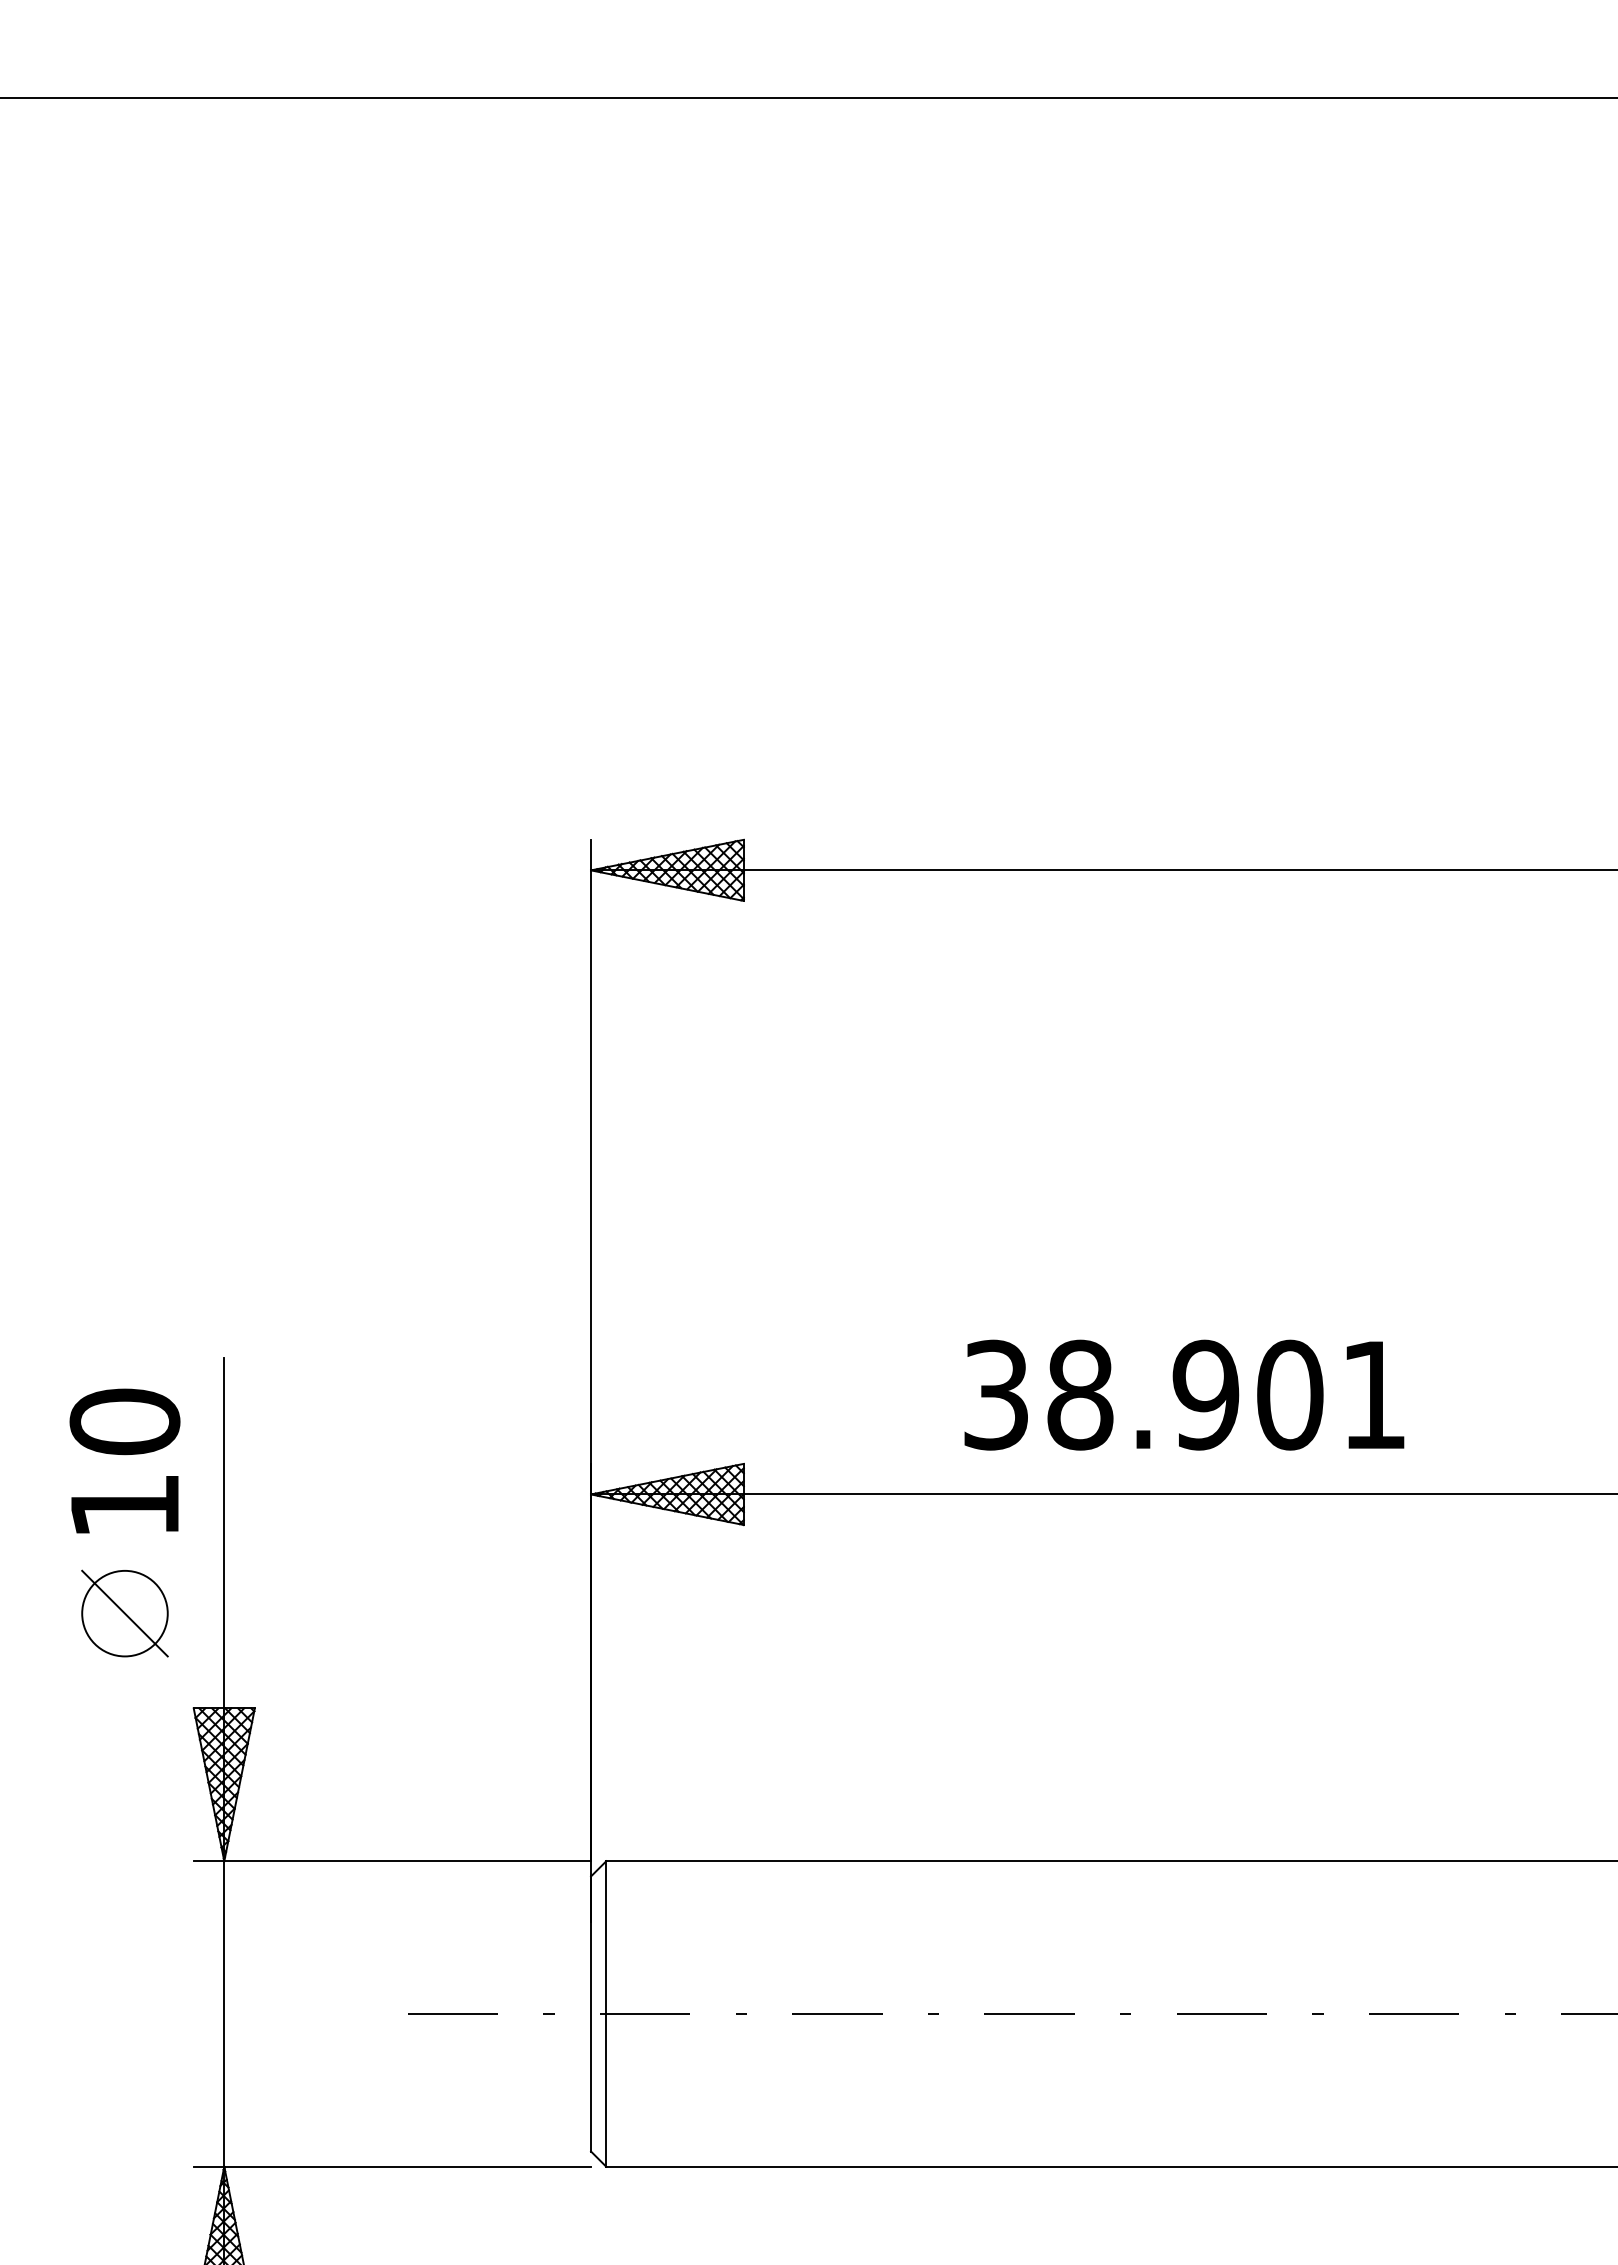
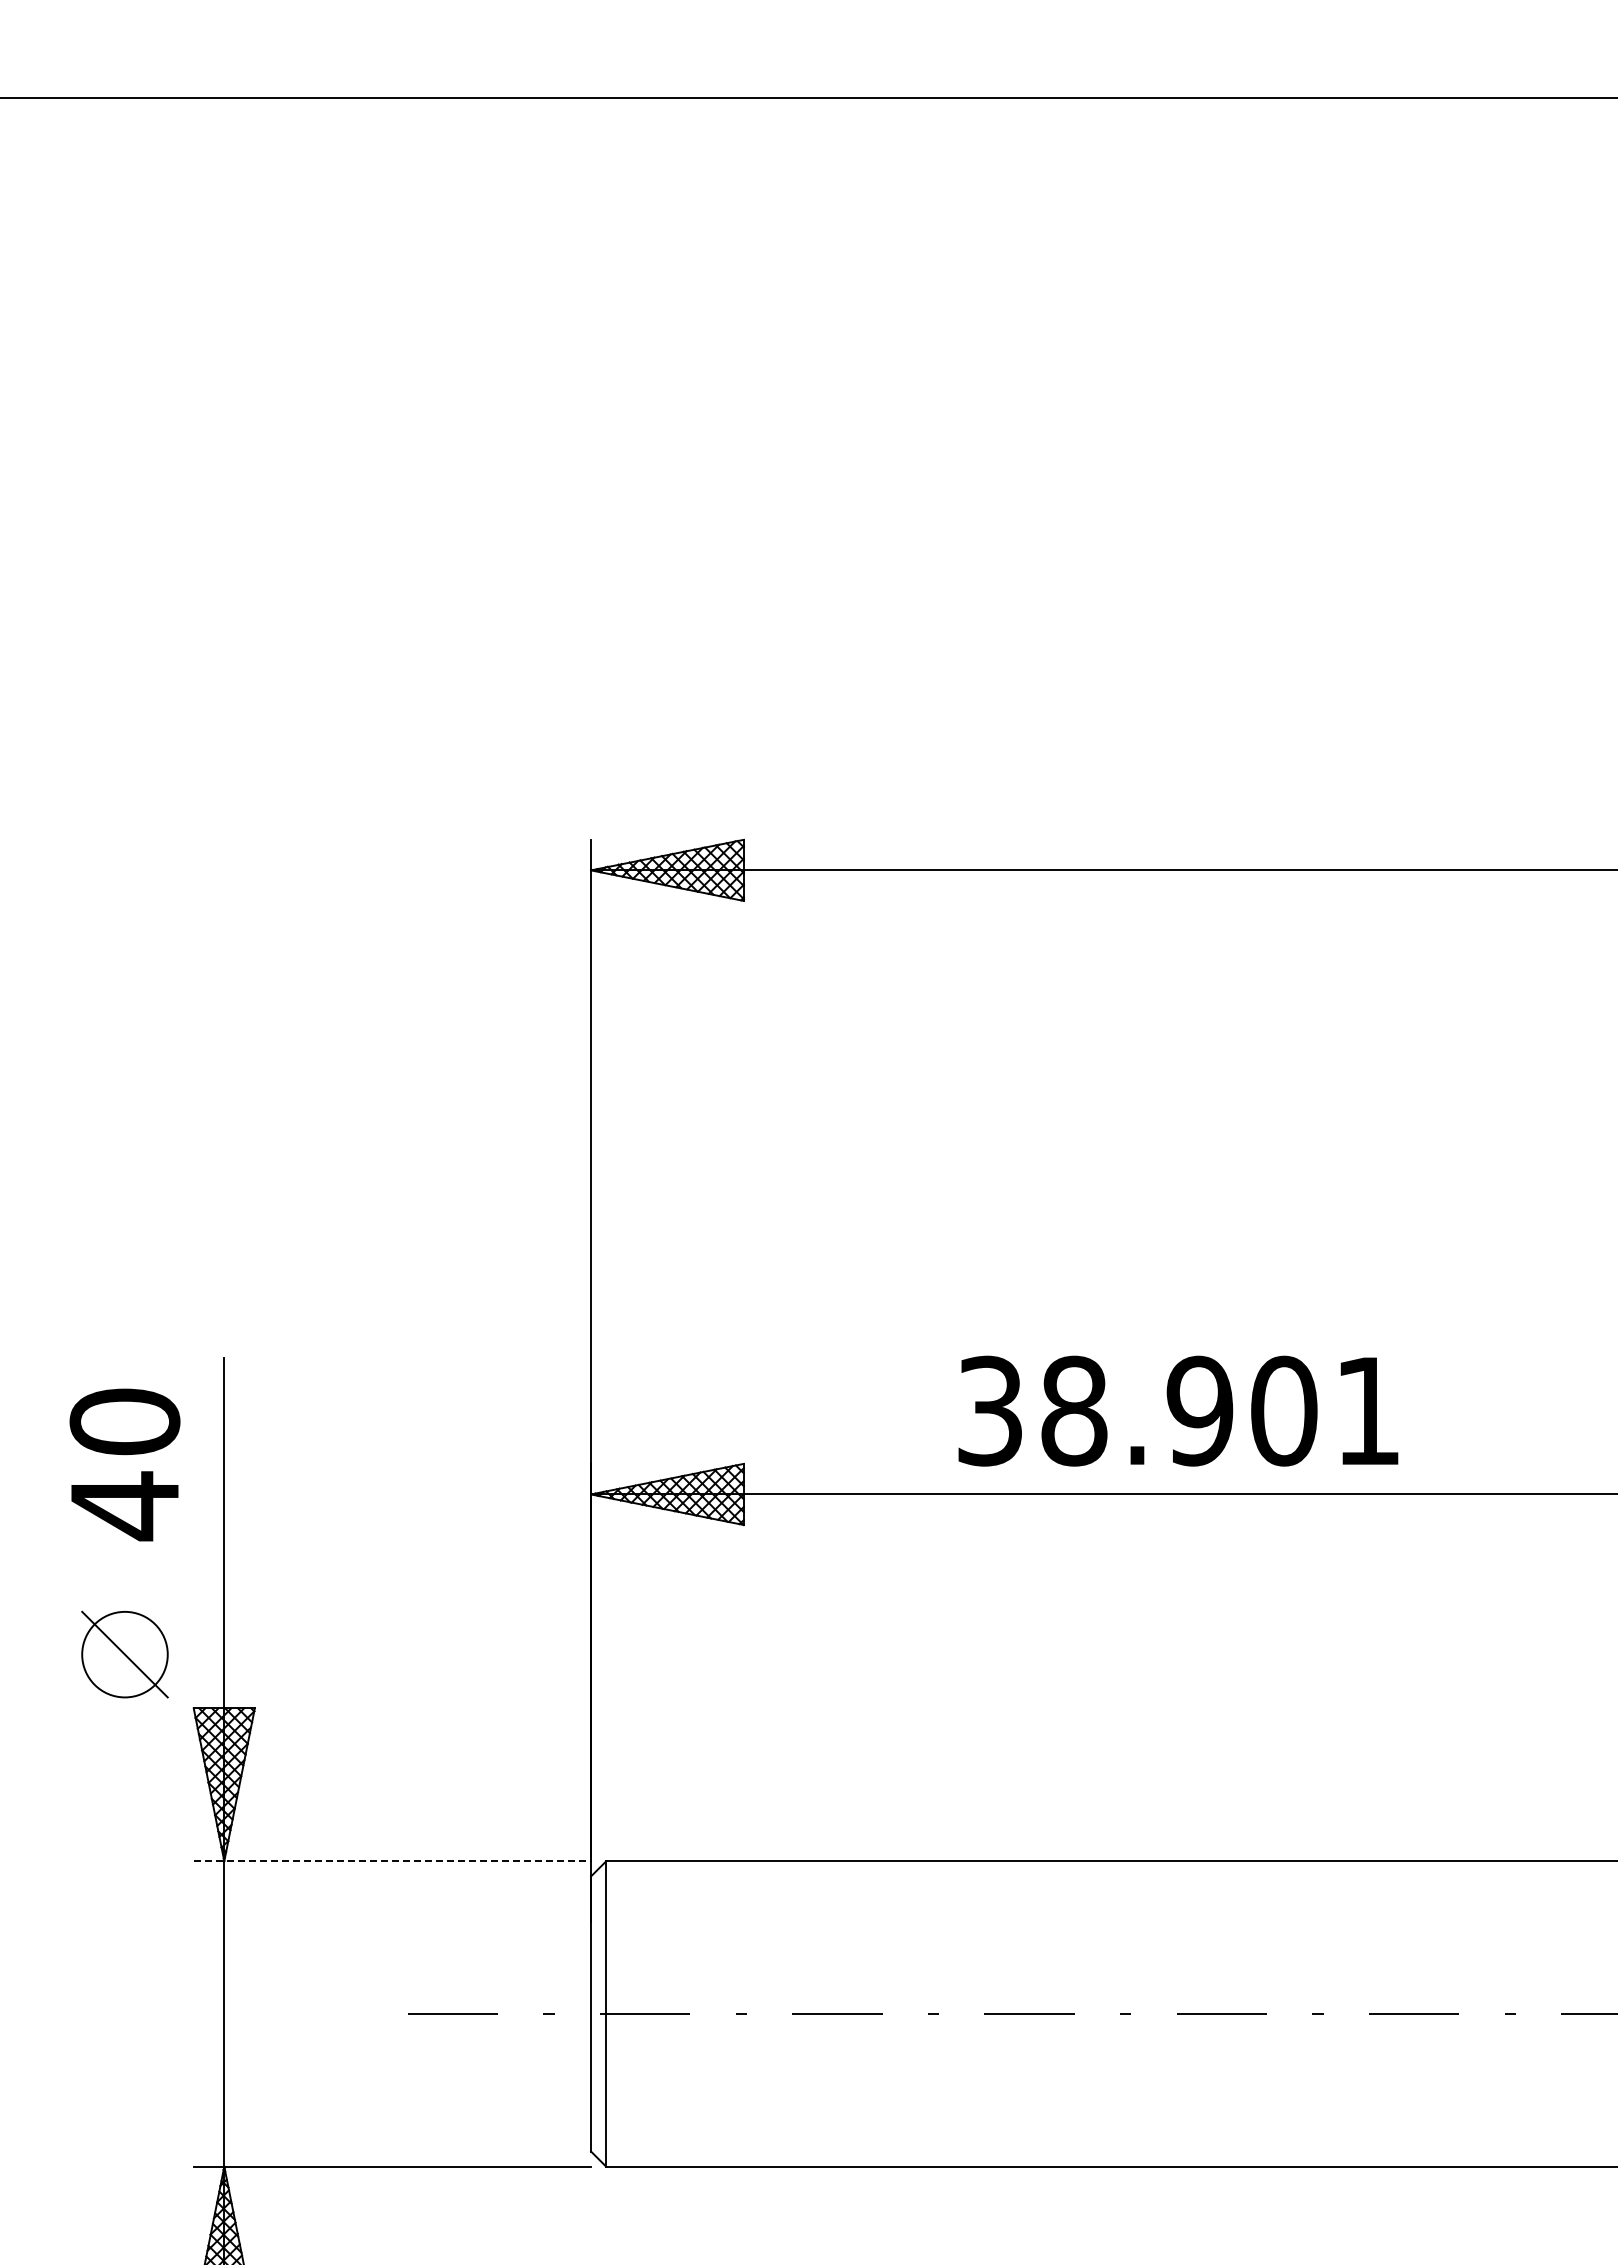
text at (1184, 1394) position: (1184, 1394) -> (1178, 1410)
text at (124, 1506): 10 -> 40
part at (124, 1613) position: (124, 1613) -> (124, 1654)
line at (392, 1861): solid -> dashed
